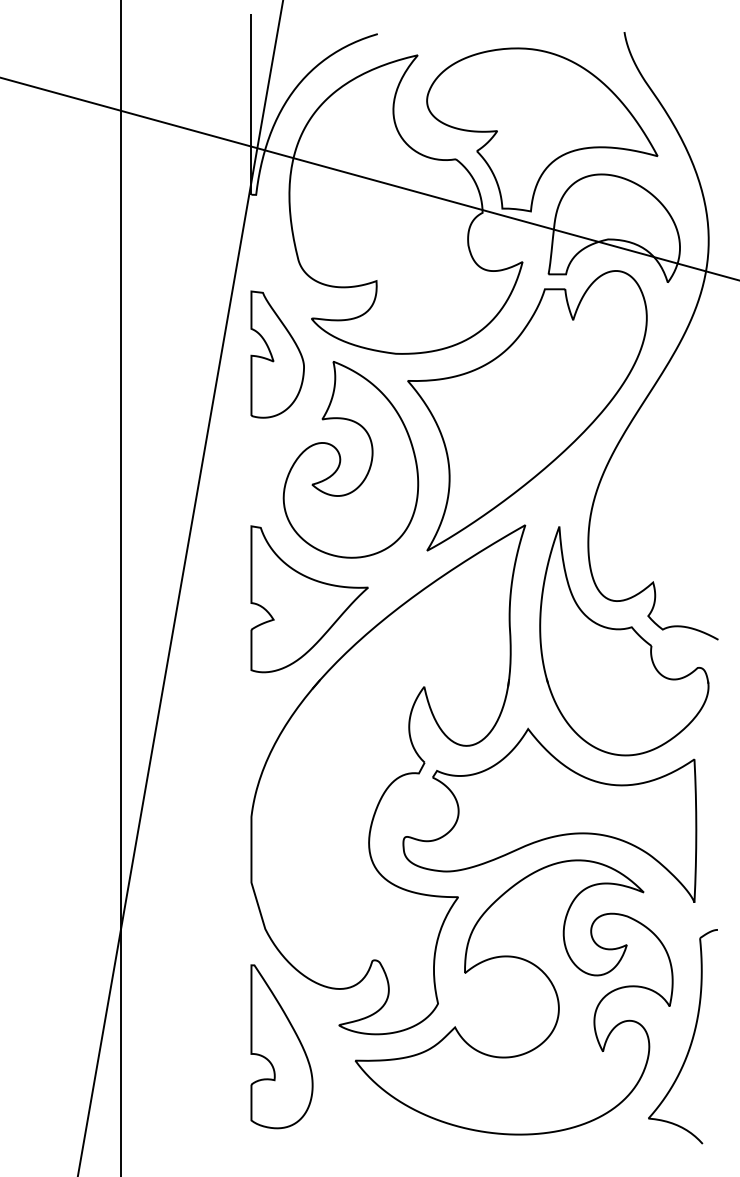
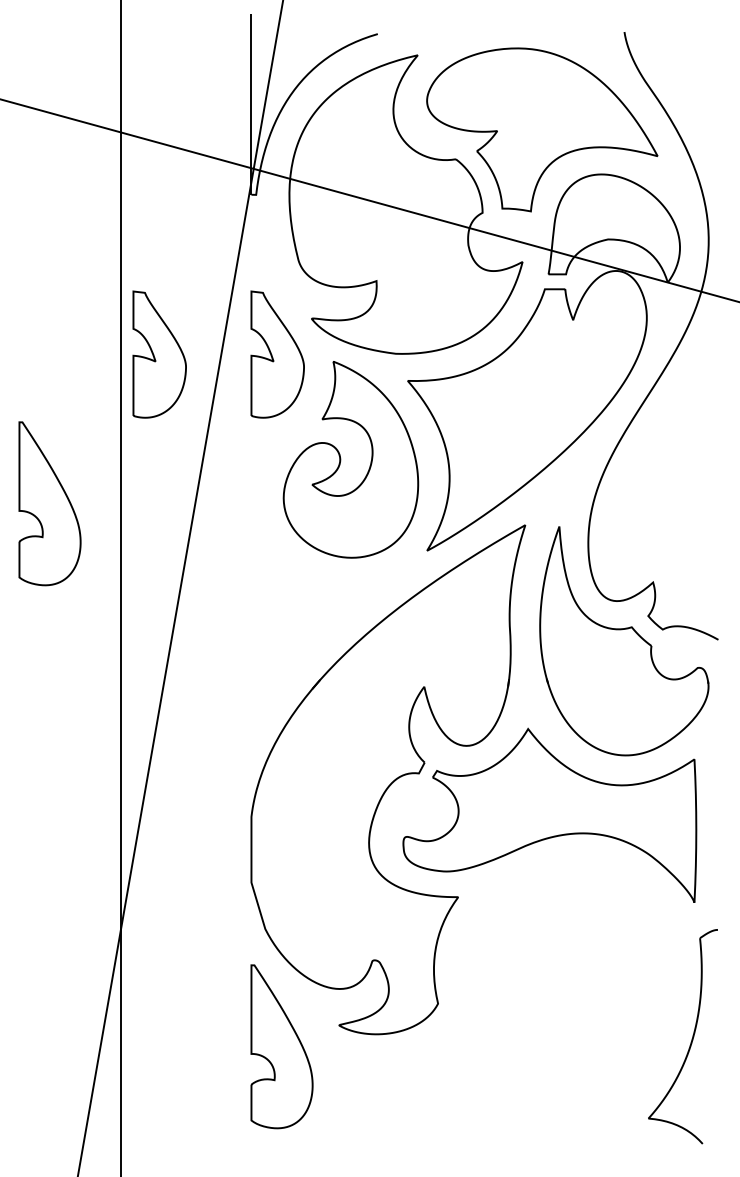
line at (369, 178) position: (369, 178) -> (369, 200)
part at (159, 354): none -> present
part at (49, 503): none -> present
part at (309, 599): present -> none
part at (534, 966): present -> none
